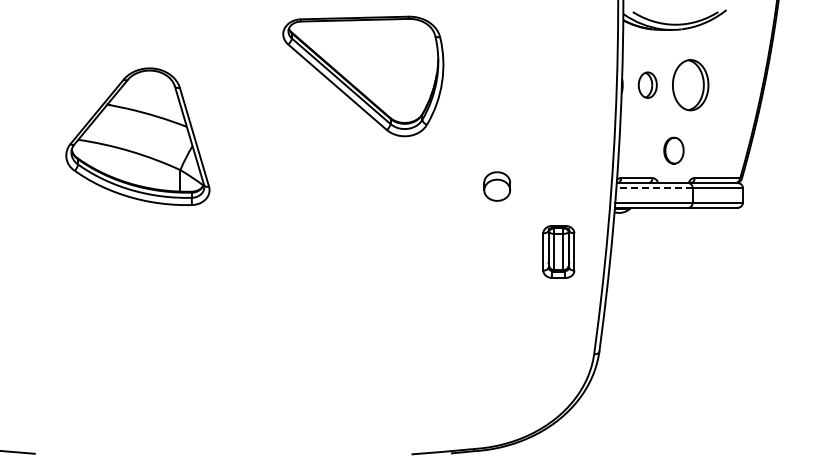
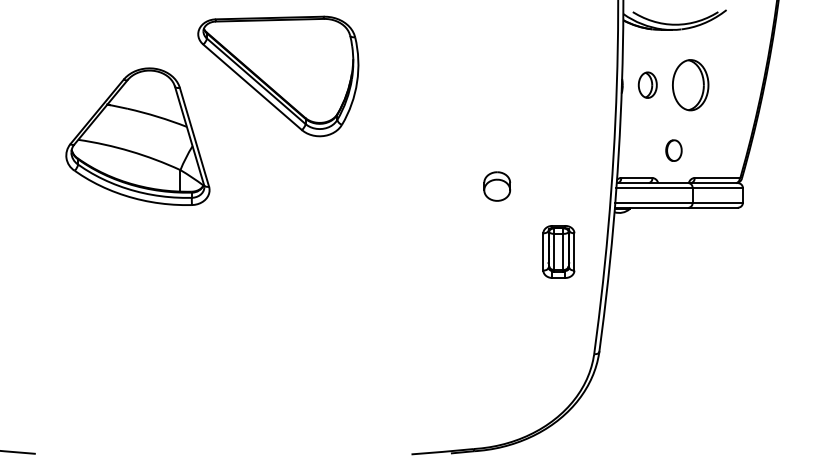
part at (363, 76) position: (363, 76) -> (278, 76)
part at (673, 150) size: 22x29 px -> 18x23 px
line at (654, 188): dashed -> solid
